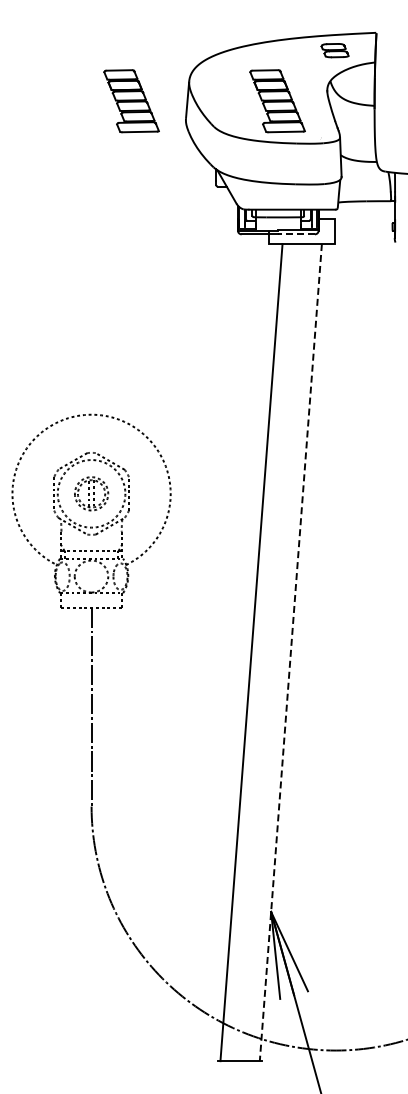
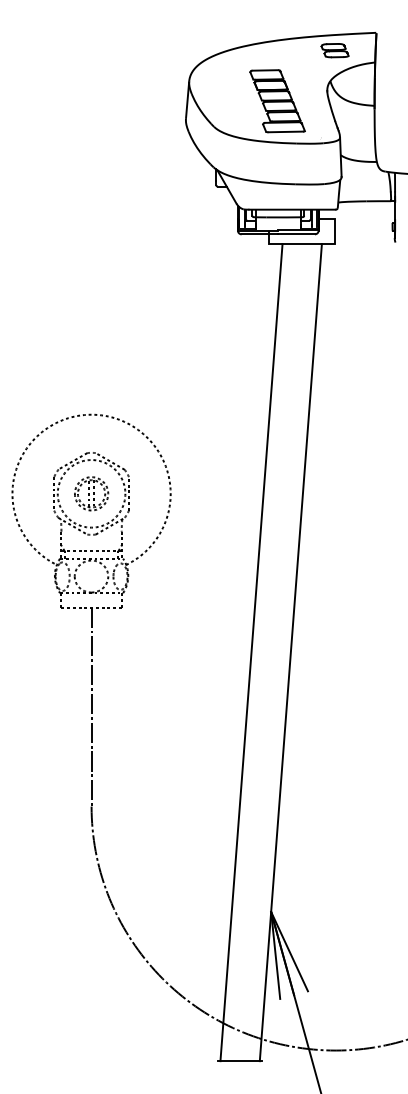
part at (131, 101): present -> none
line at (296, 234): dashed -> solid
line at (290, 652): dashed -> solid
